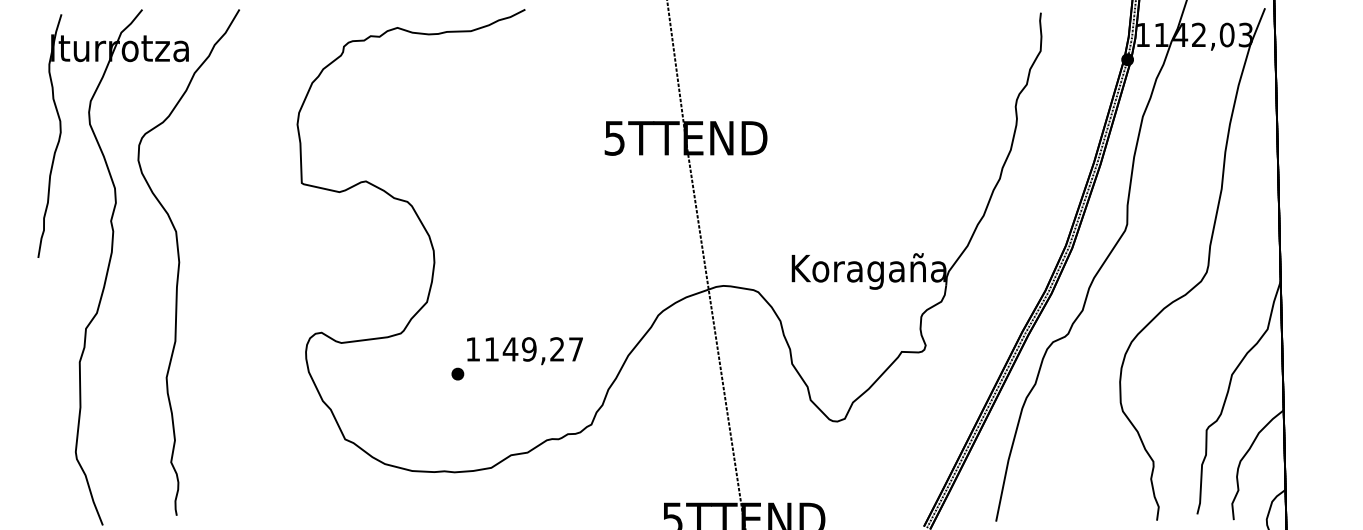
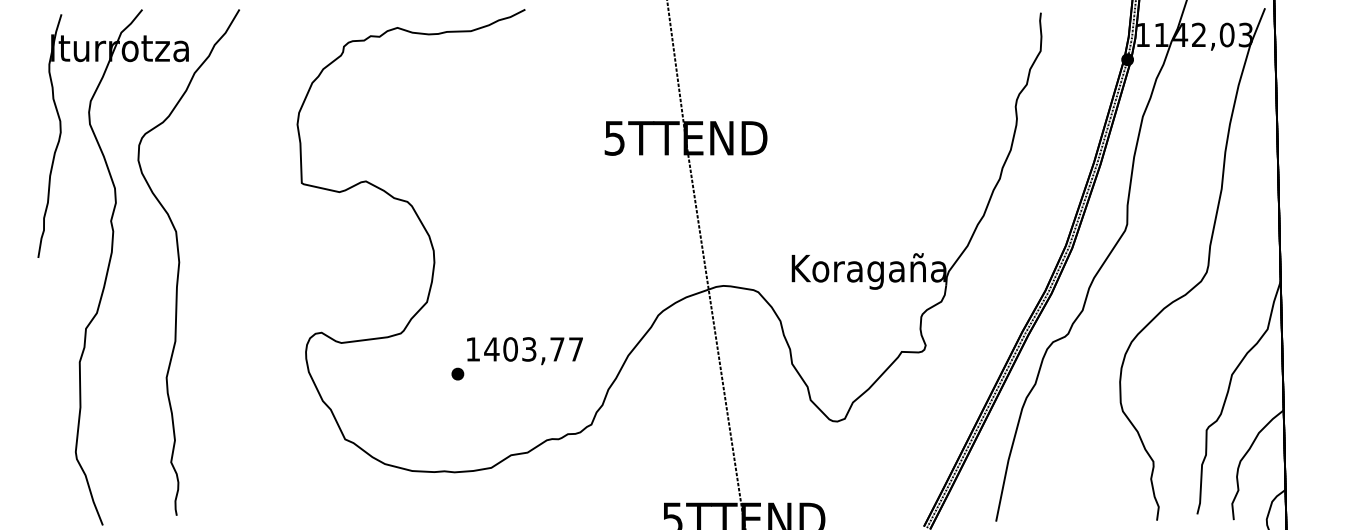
text at (524, 349): 1149,27 -> 1403,77
